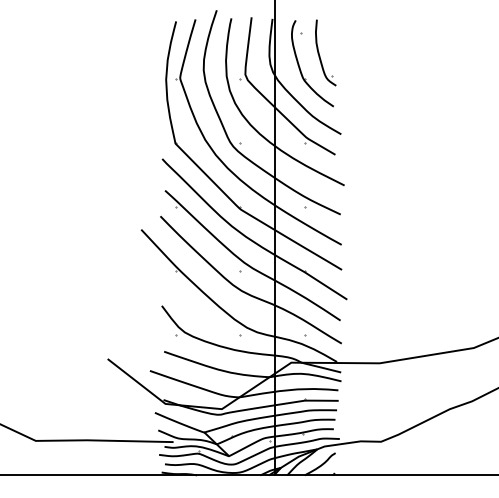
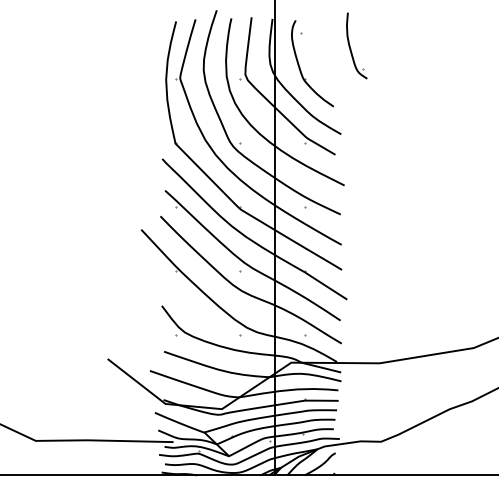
part at (325, 52) position: (325, 52) -> (356, 45)
